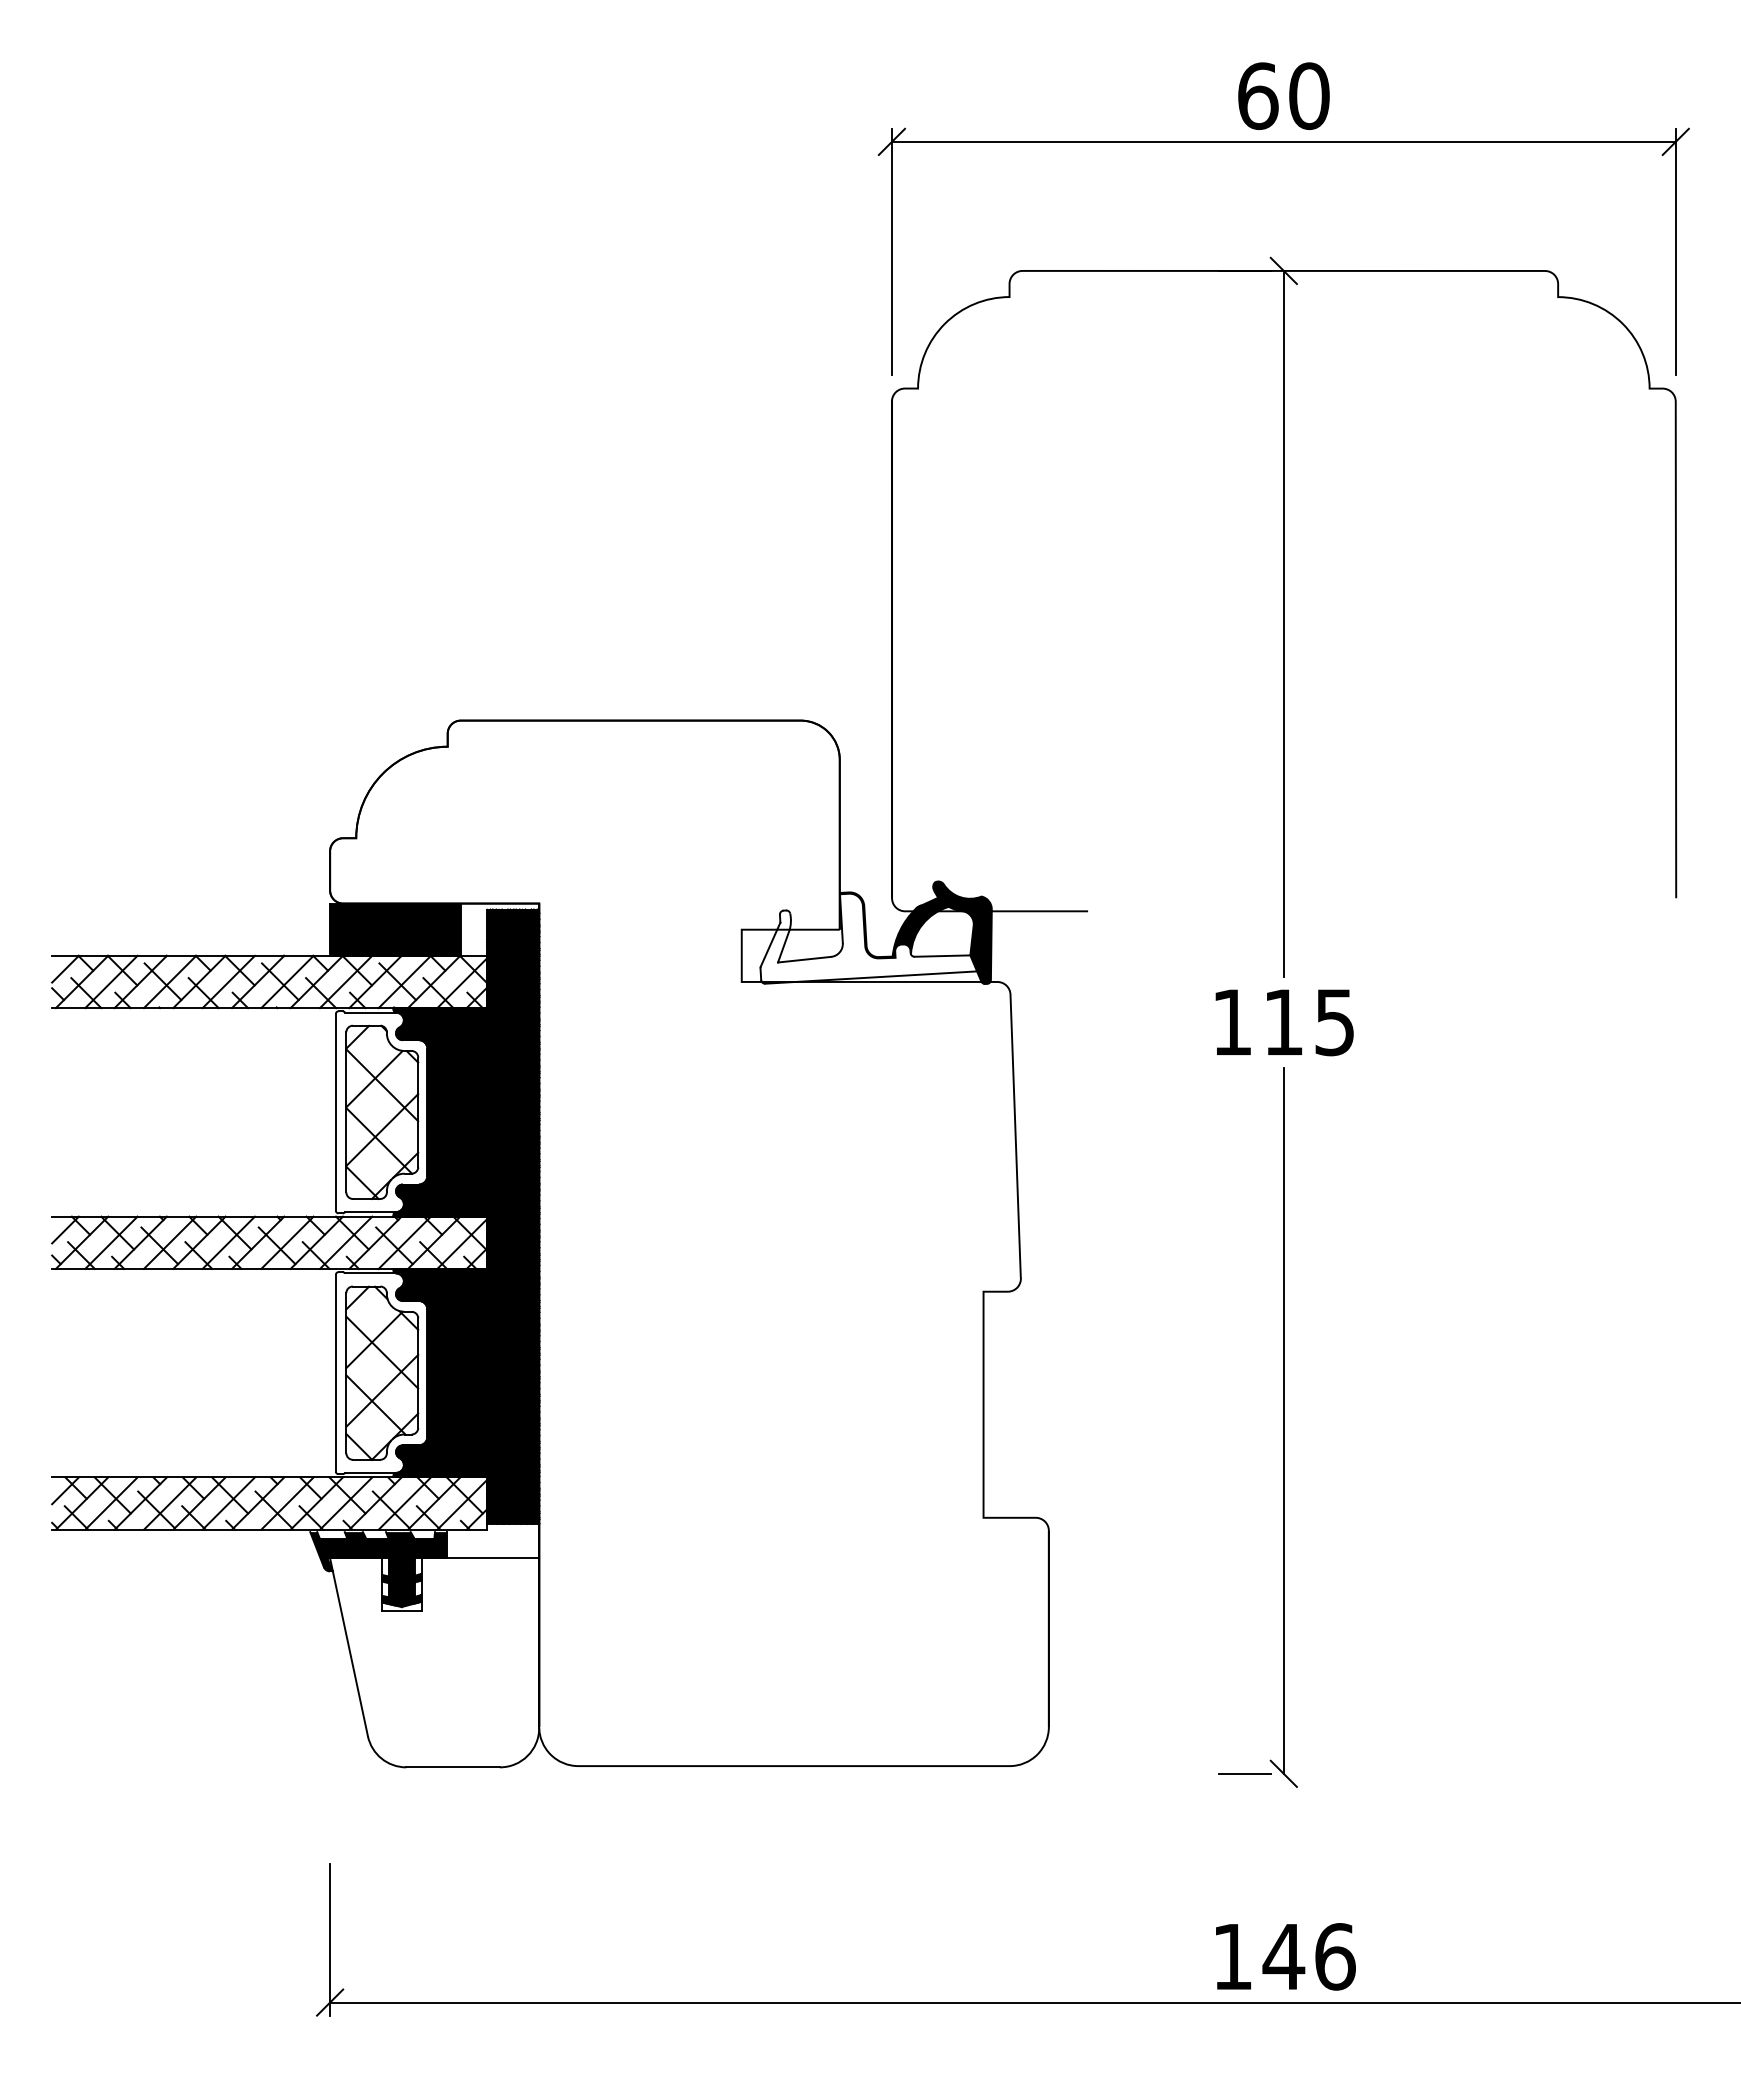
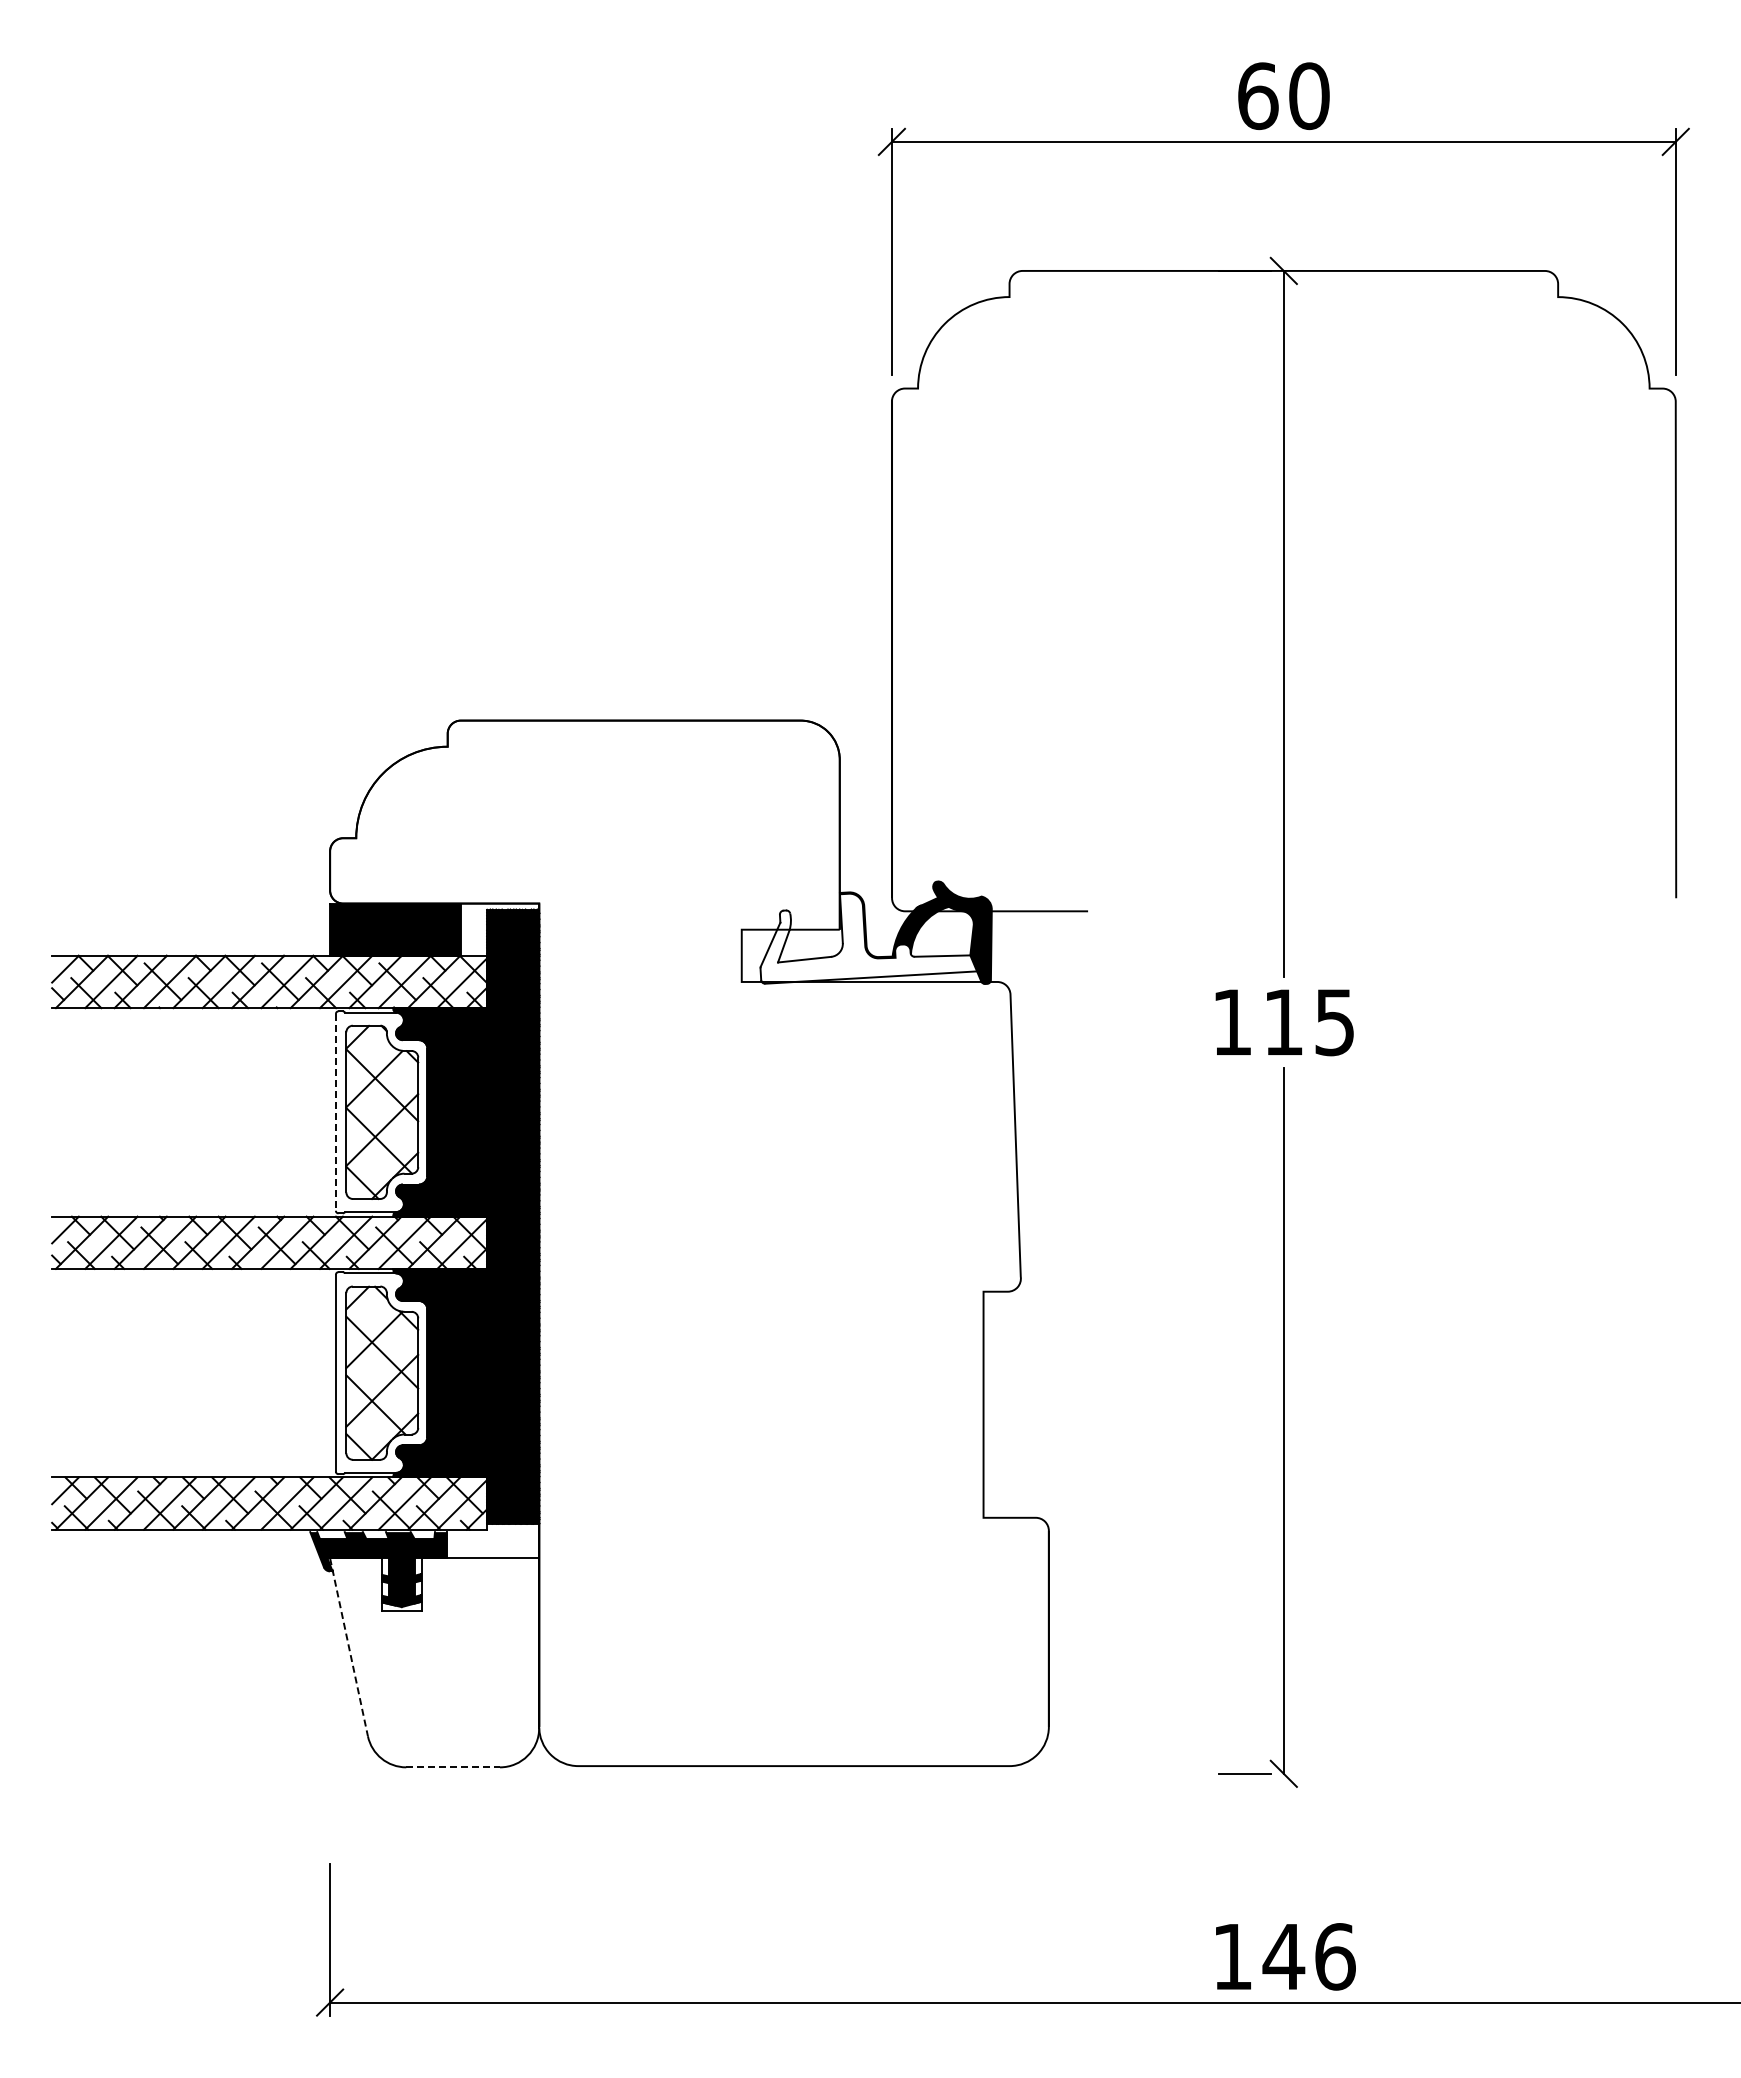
line at (335, 1112): solid -> dashed
line at (349, 1647): solid -> dashed
line at (453, 1767): solid -> dashed
